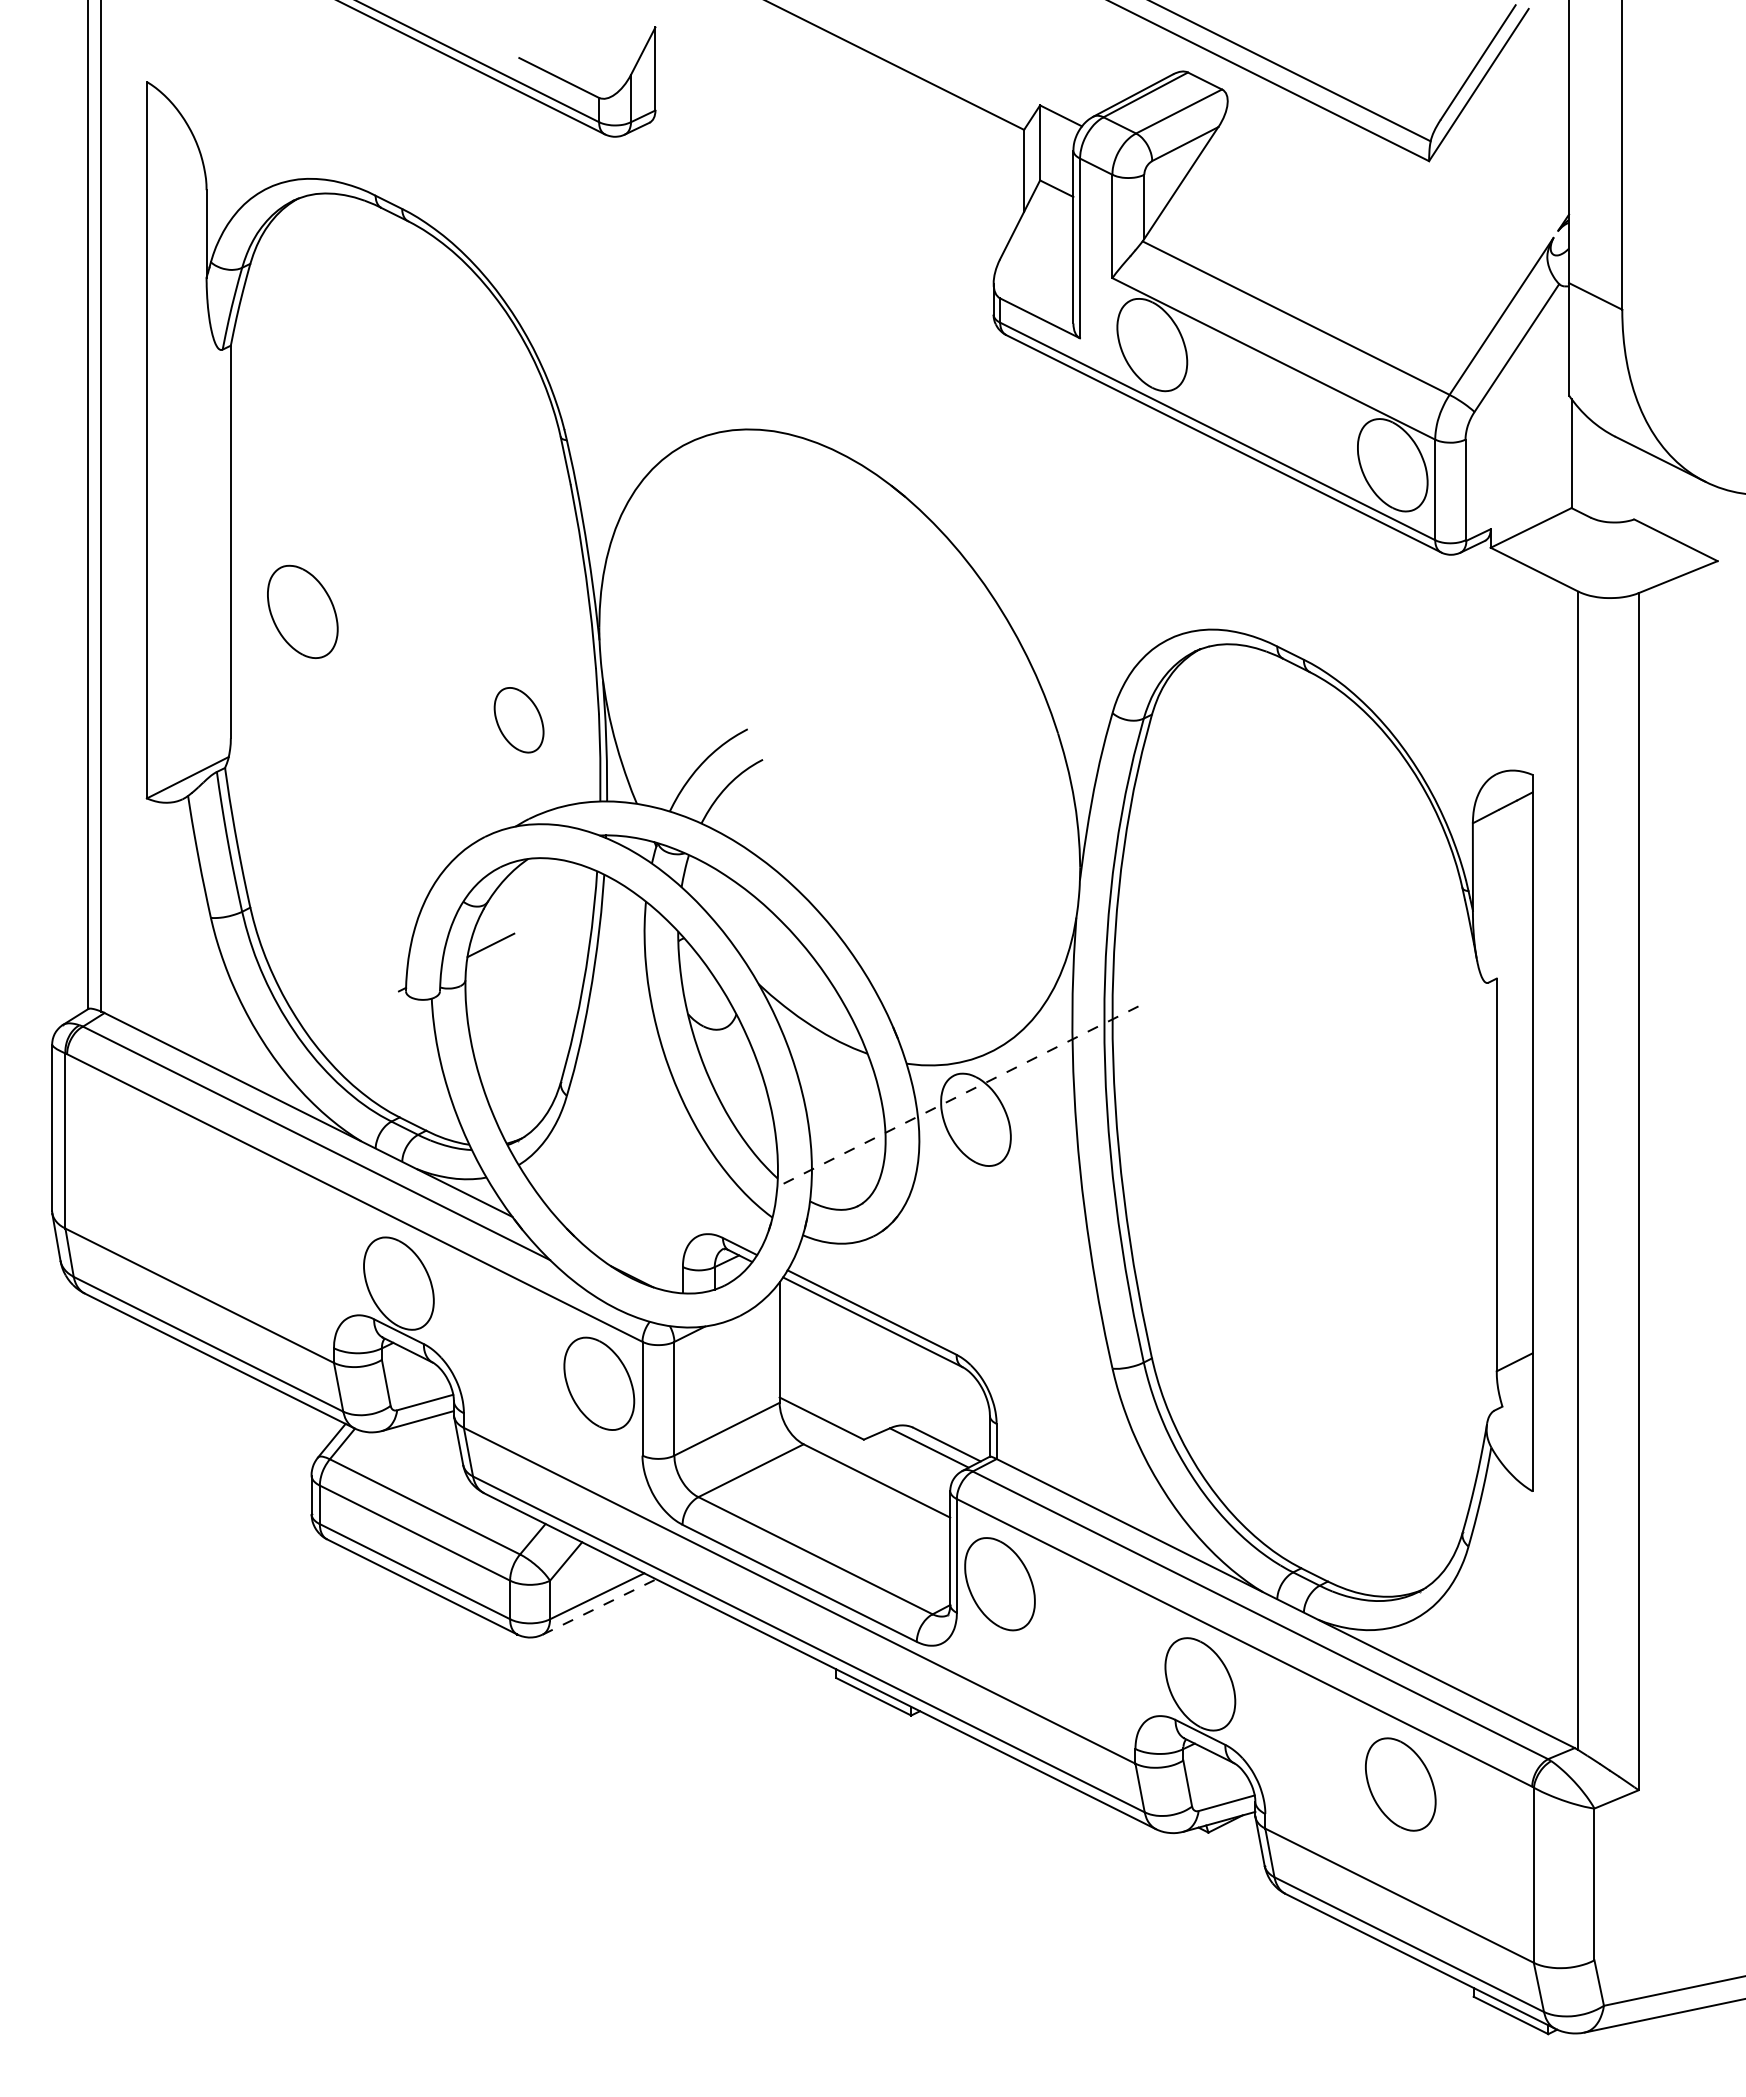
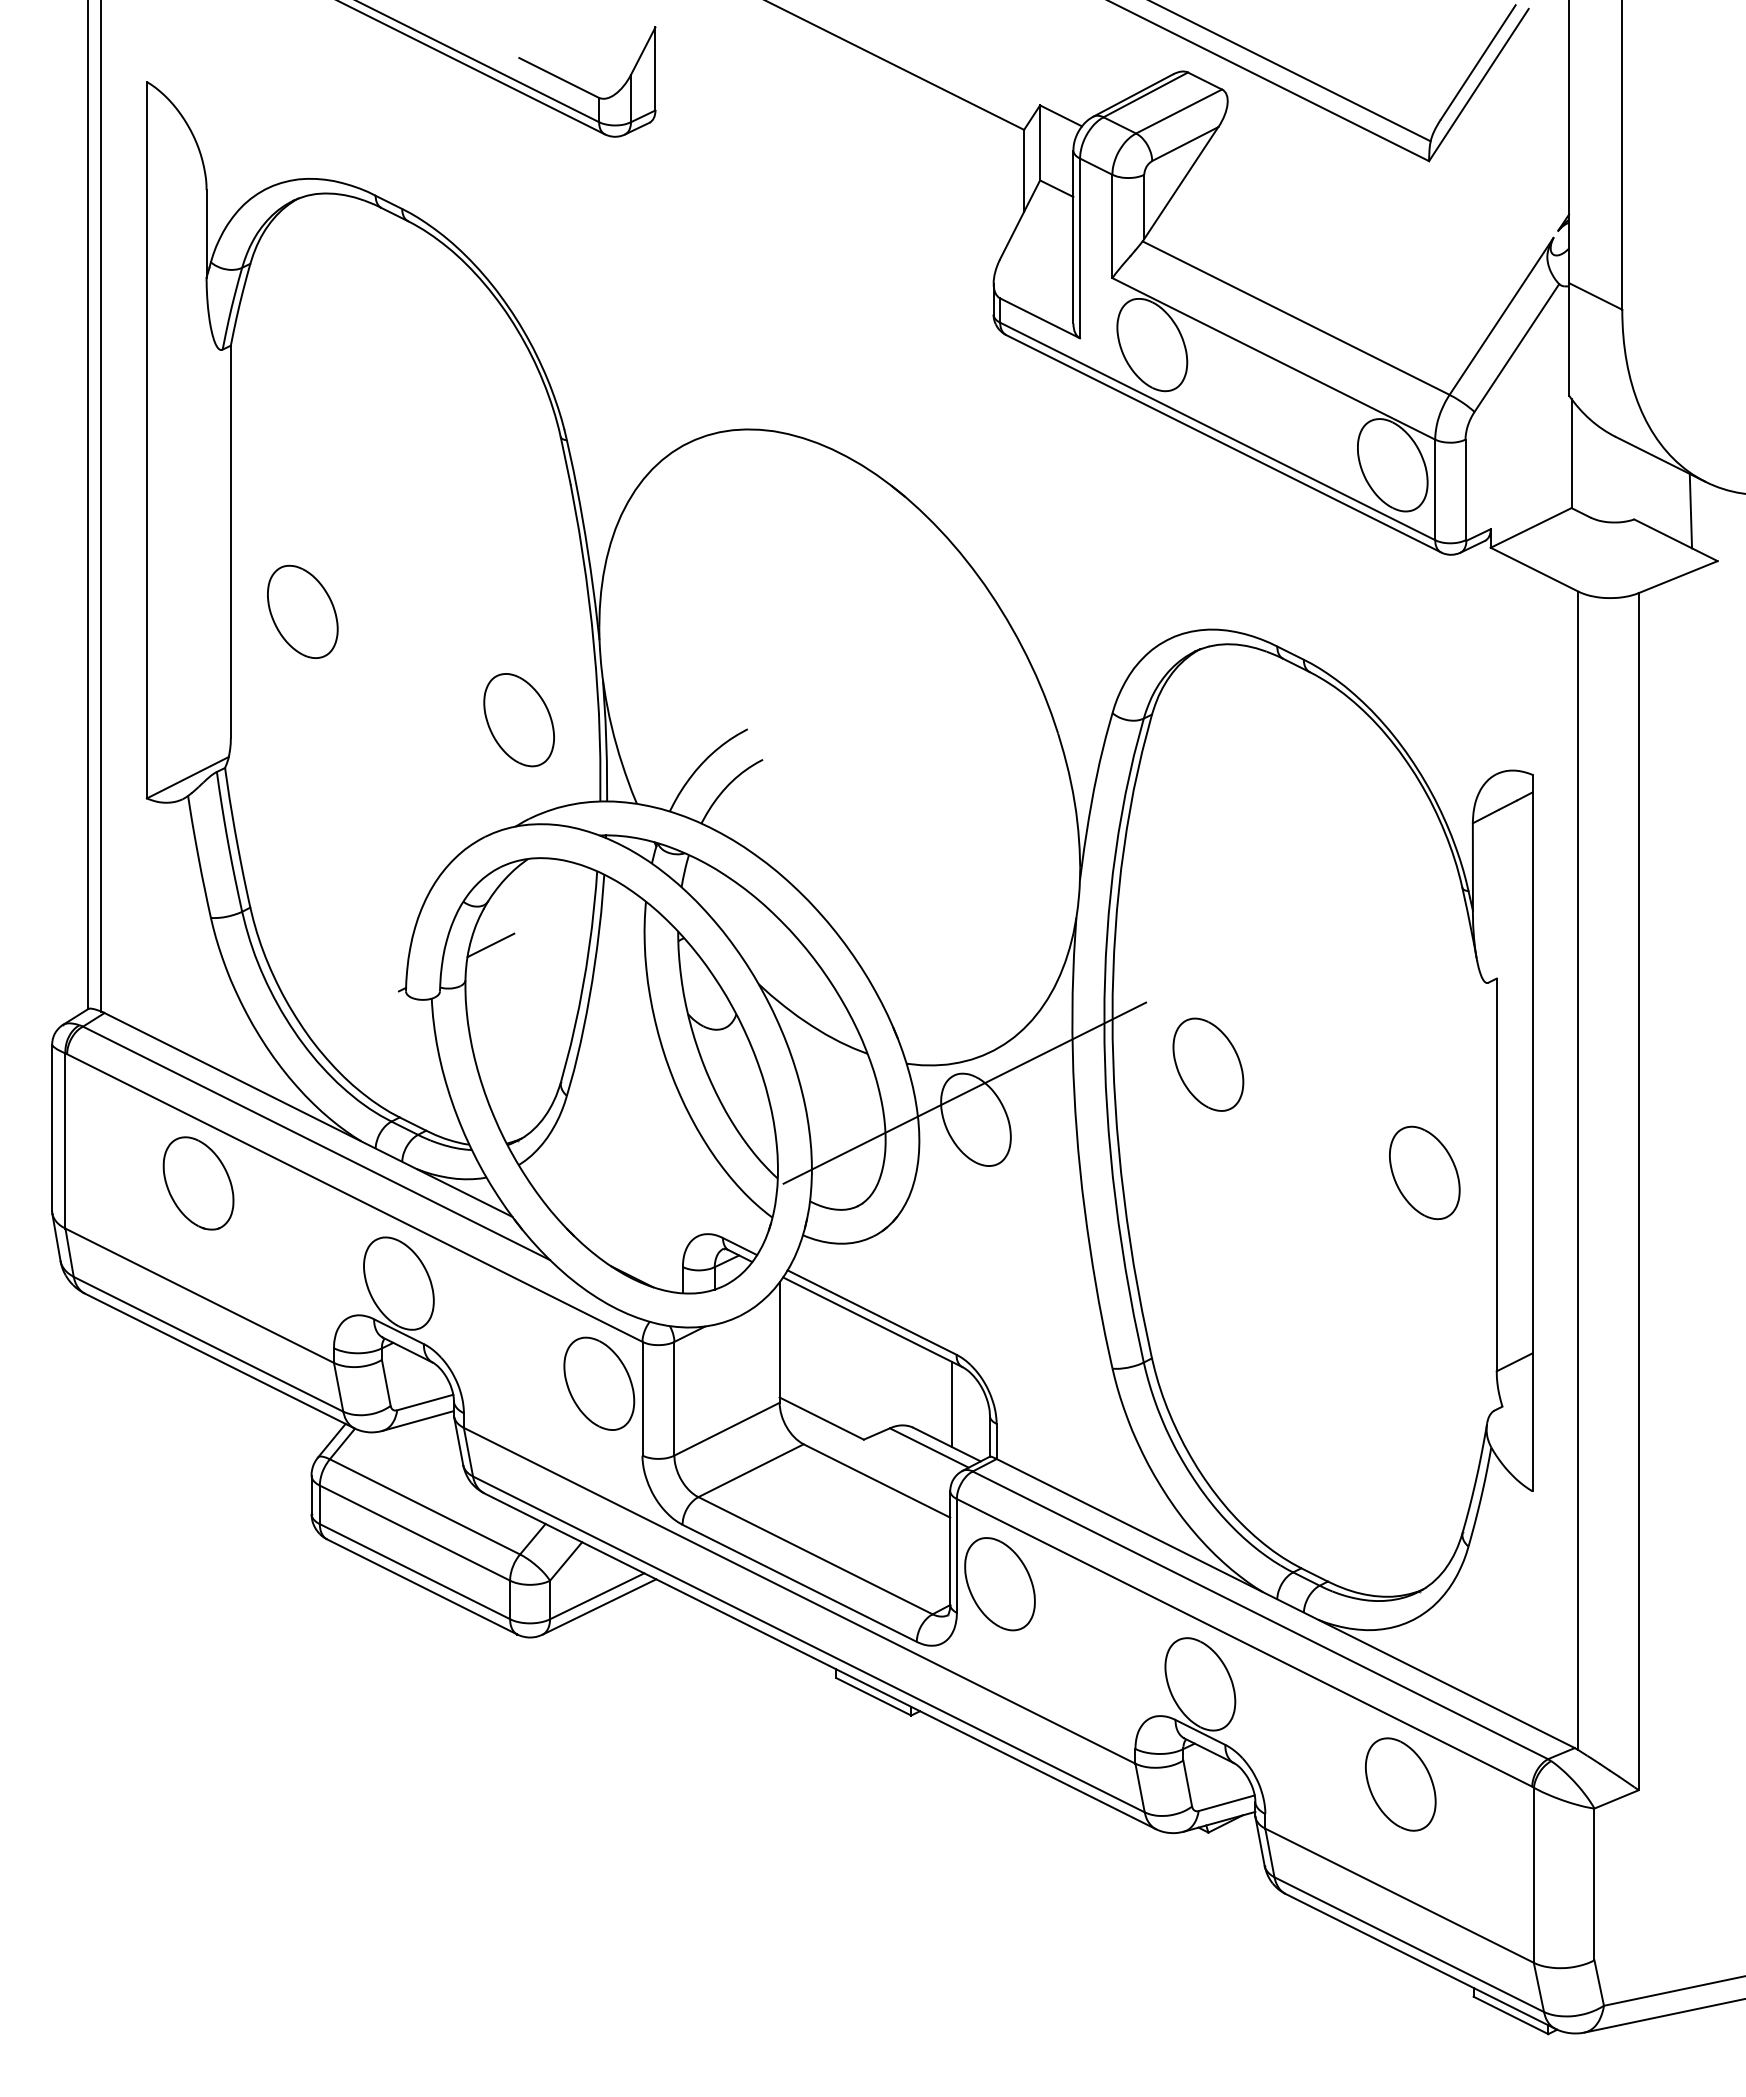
line at (1690, 510): none -> present
part at (518, 720) size: 52x67 px -> 72x95 px
part at (1208, 1064): none -> present
line at (964, 1093): dashed -> solid
part at (1424, 1172): none -> present
part at (198, 1183): none -> present
line at (951, 1404): none -> present
line at (599, 1606): dashed -> solid
